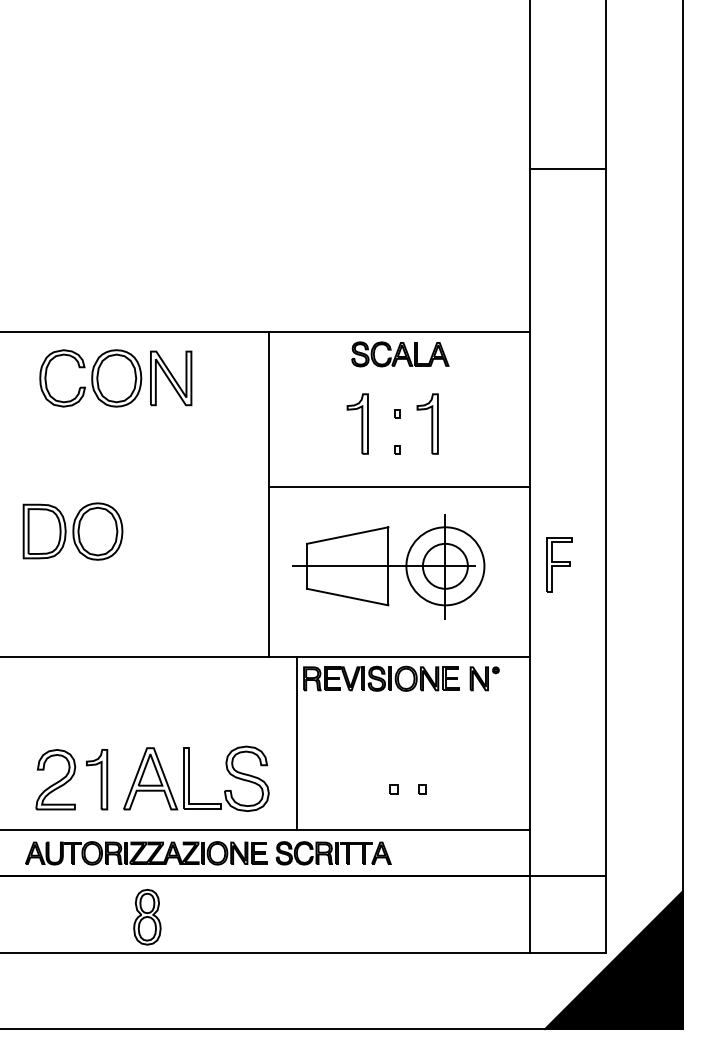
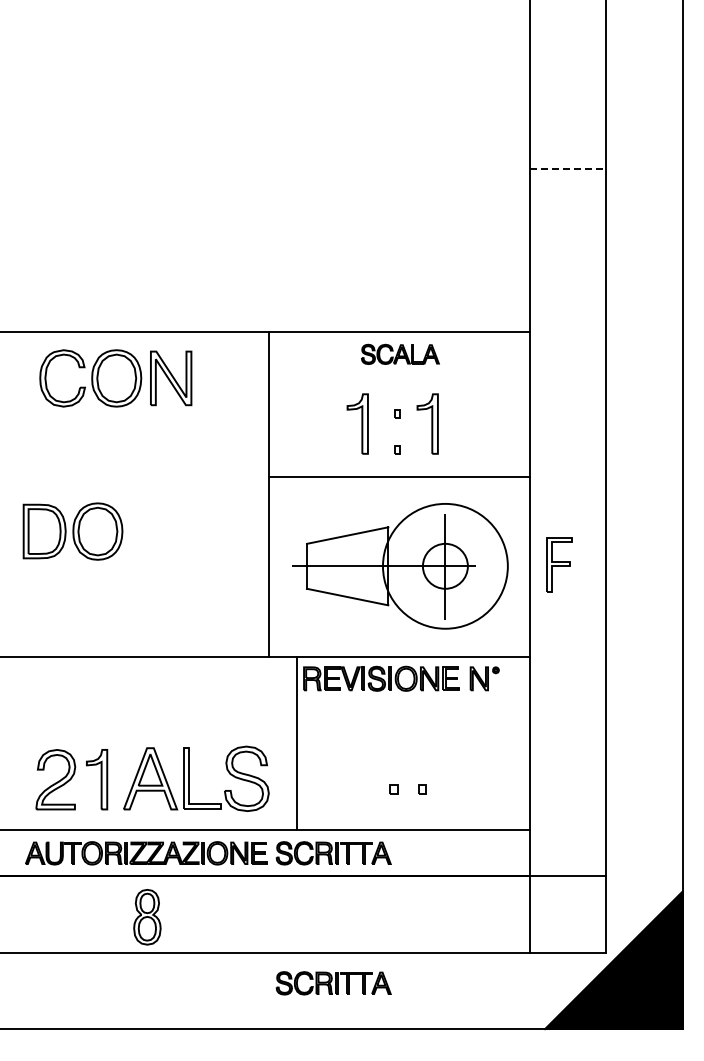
line at (568, 169): solid -> dashed
part at (400, 354) size: 99x27 px -> 79x22 px
line at (399, 487) position: (399, 487) -> (399, 477)
circle at (445, 566) diameter: 78 px -> 125 px
part at (333, 983): none -> present
